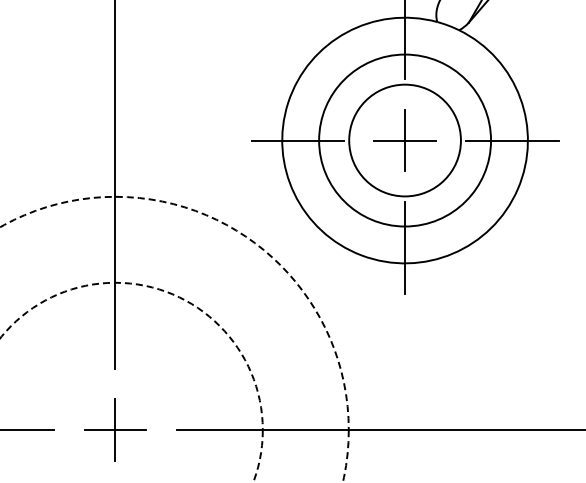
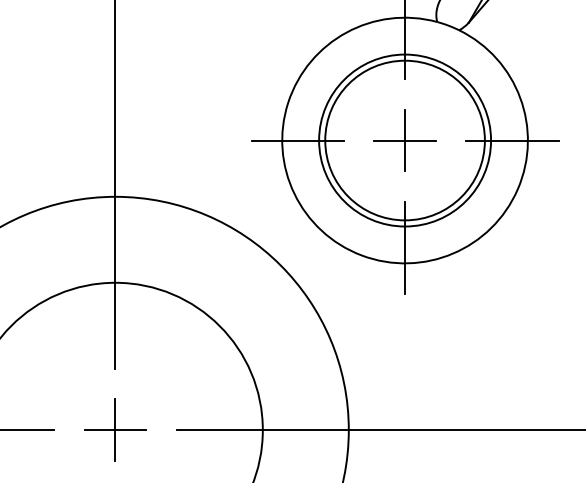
circle at (404, 140) diameter: 112 px -> 160 px
circle at (174, 339): dashed -> solid
circle at (131, 382): dashed -> solid
